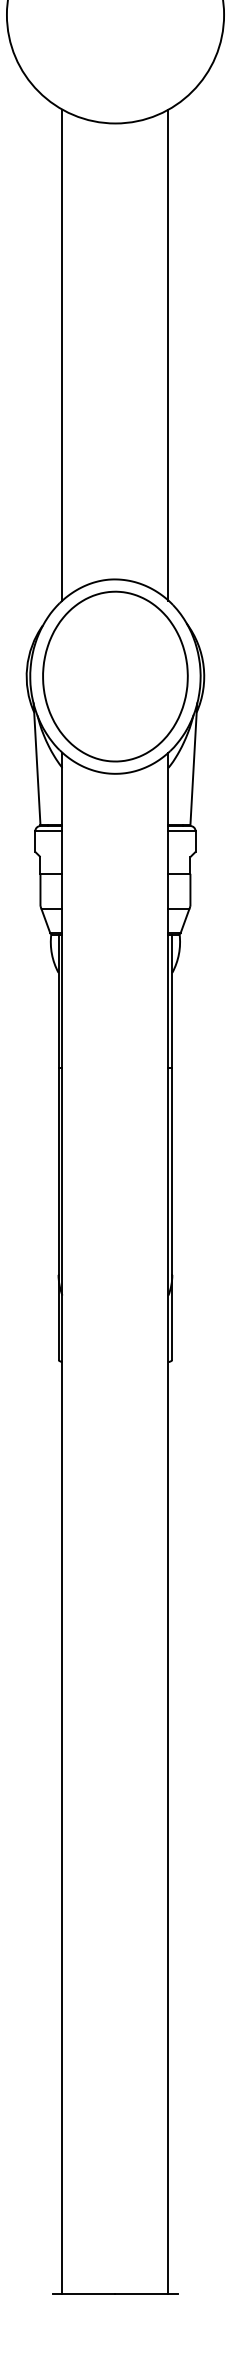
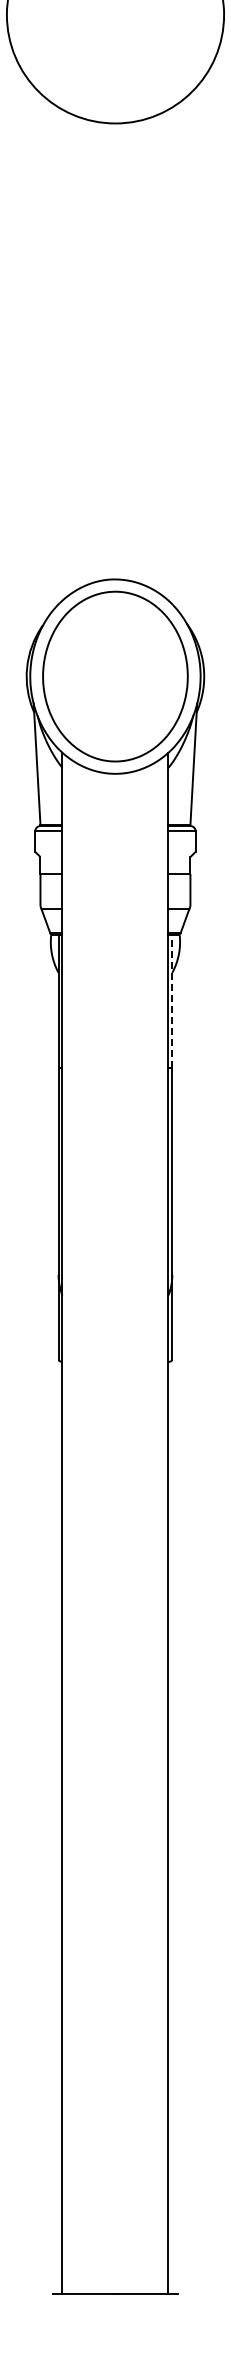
line at (62, 354): present -> none
line at (168, 354): present -> none
line at (172, 1001): solid -> dashed
